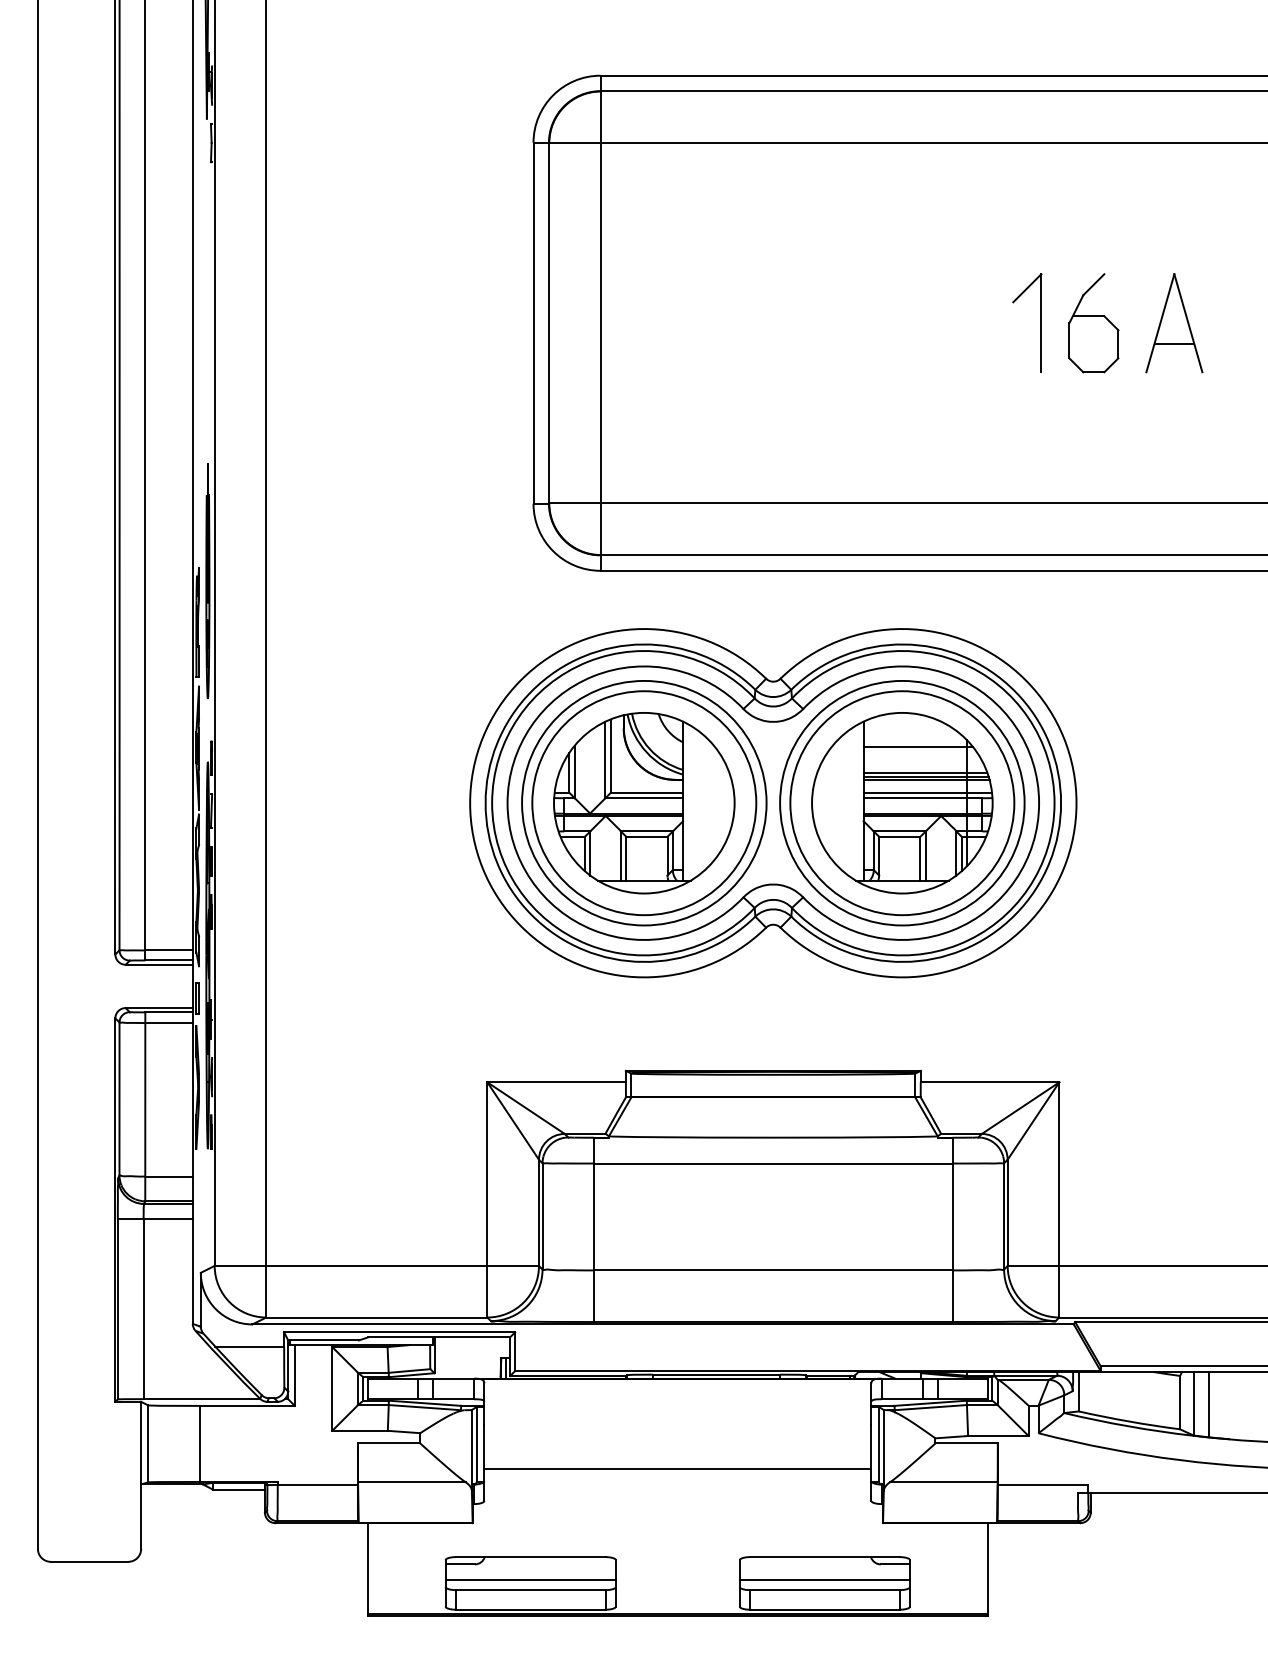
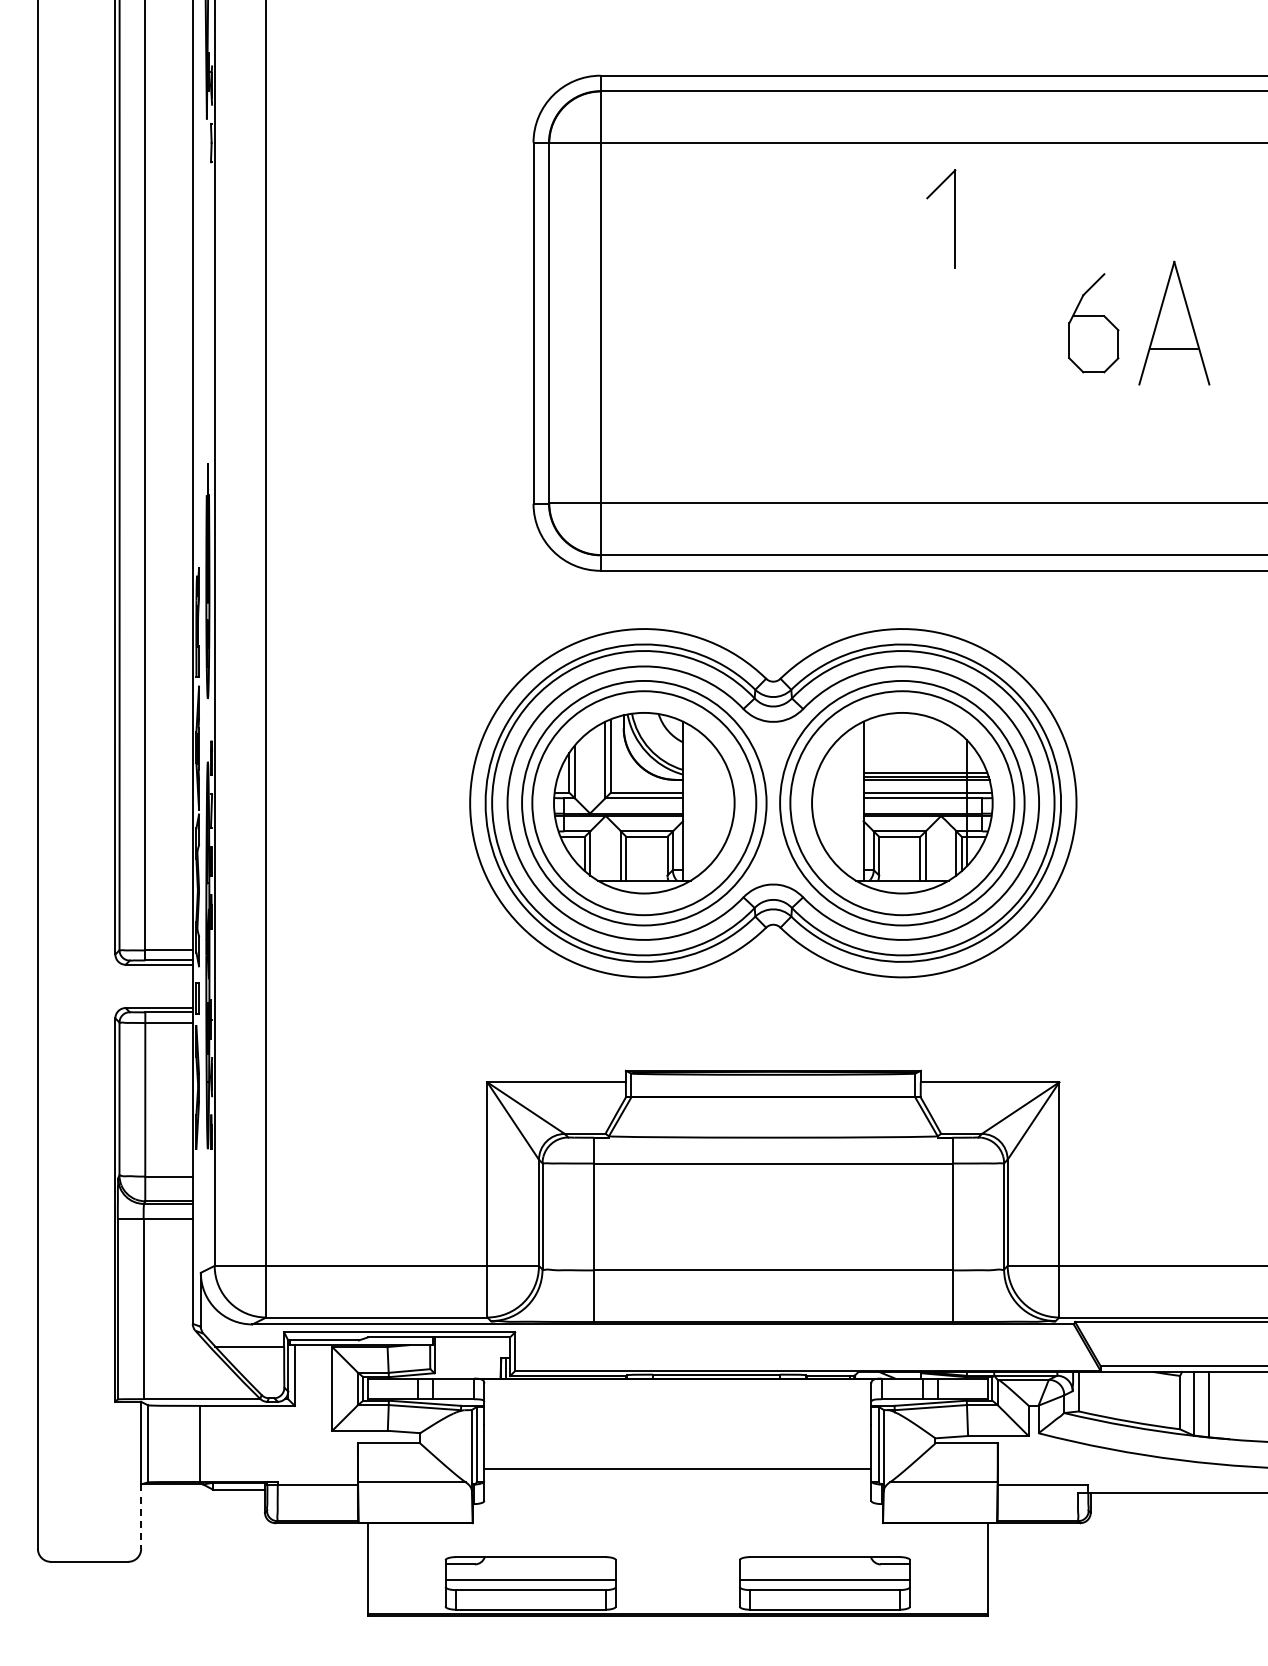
part at (1040, 322) position: (1040, 322) -> (954, 218)
part at (1174, 323) size: 59x101 px -> 73x126 px
line at (917, 747): present -> none
line at (141, 1517): solid -> dashed
